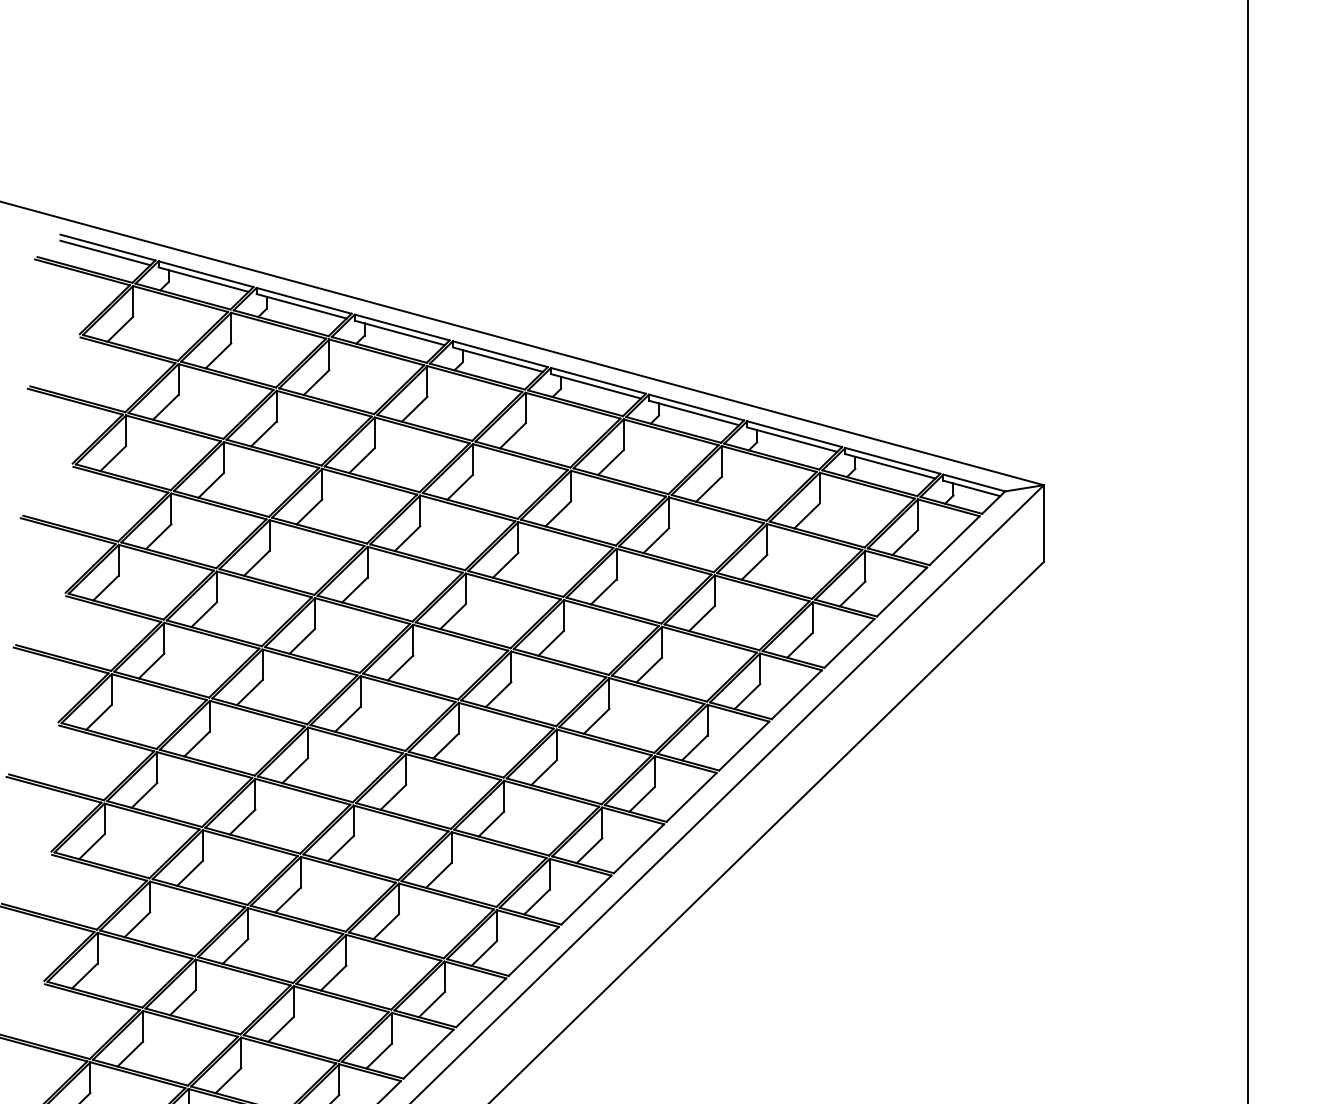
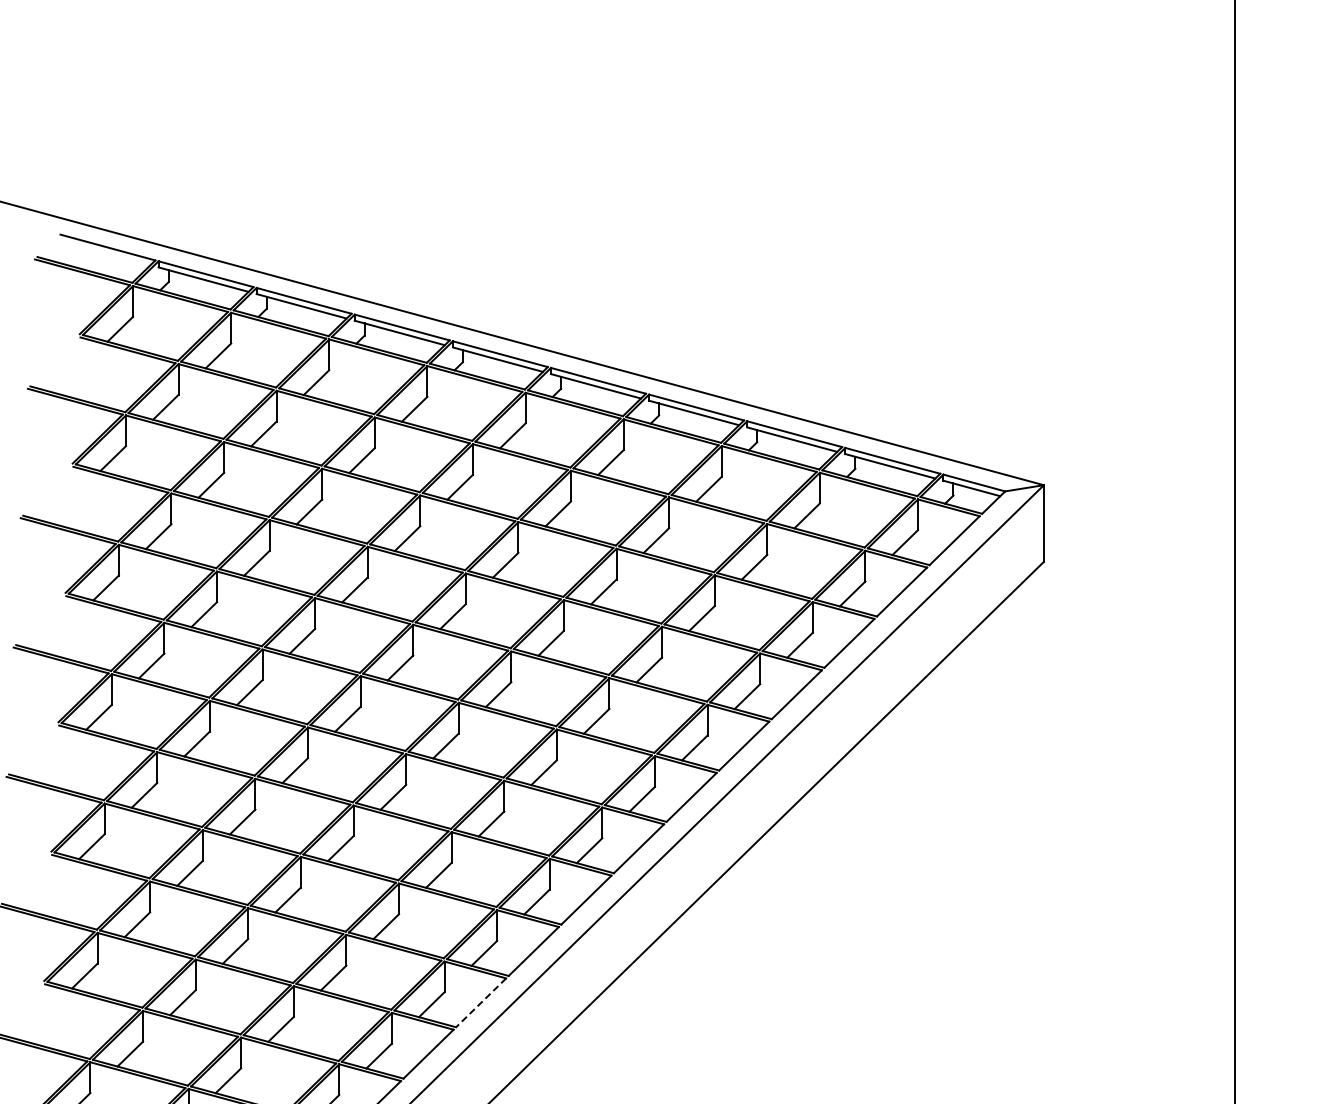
line at (105, 252): present -> none
line at (1248, 551) position: (1248, 551) -> (1235, 551)
line at (481, 1002): solid -> dashed
